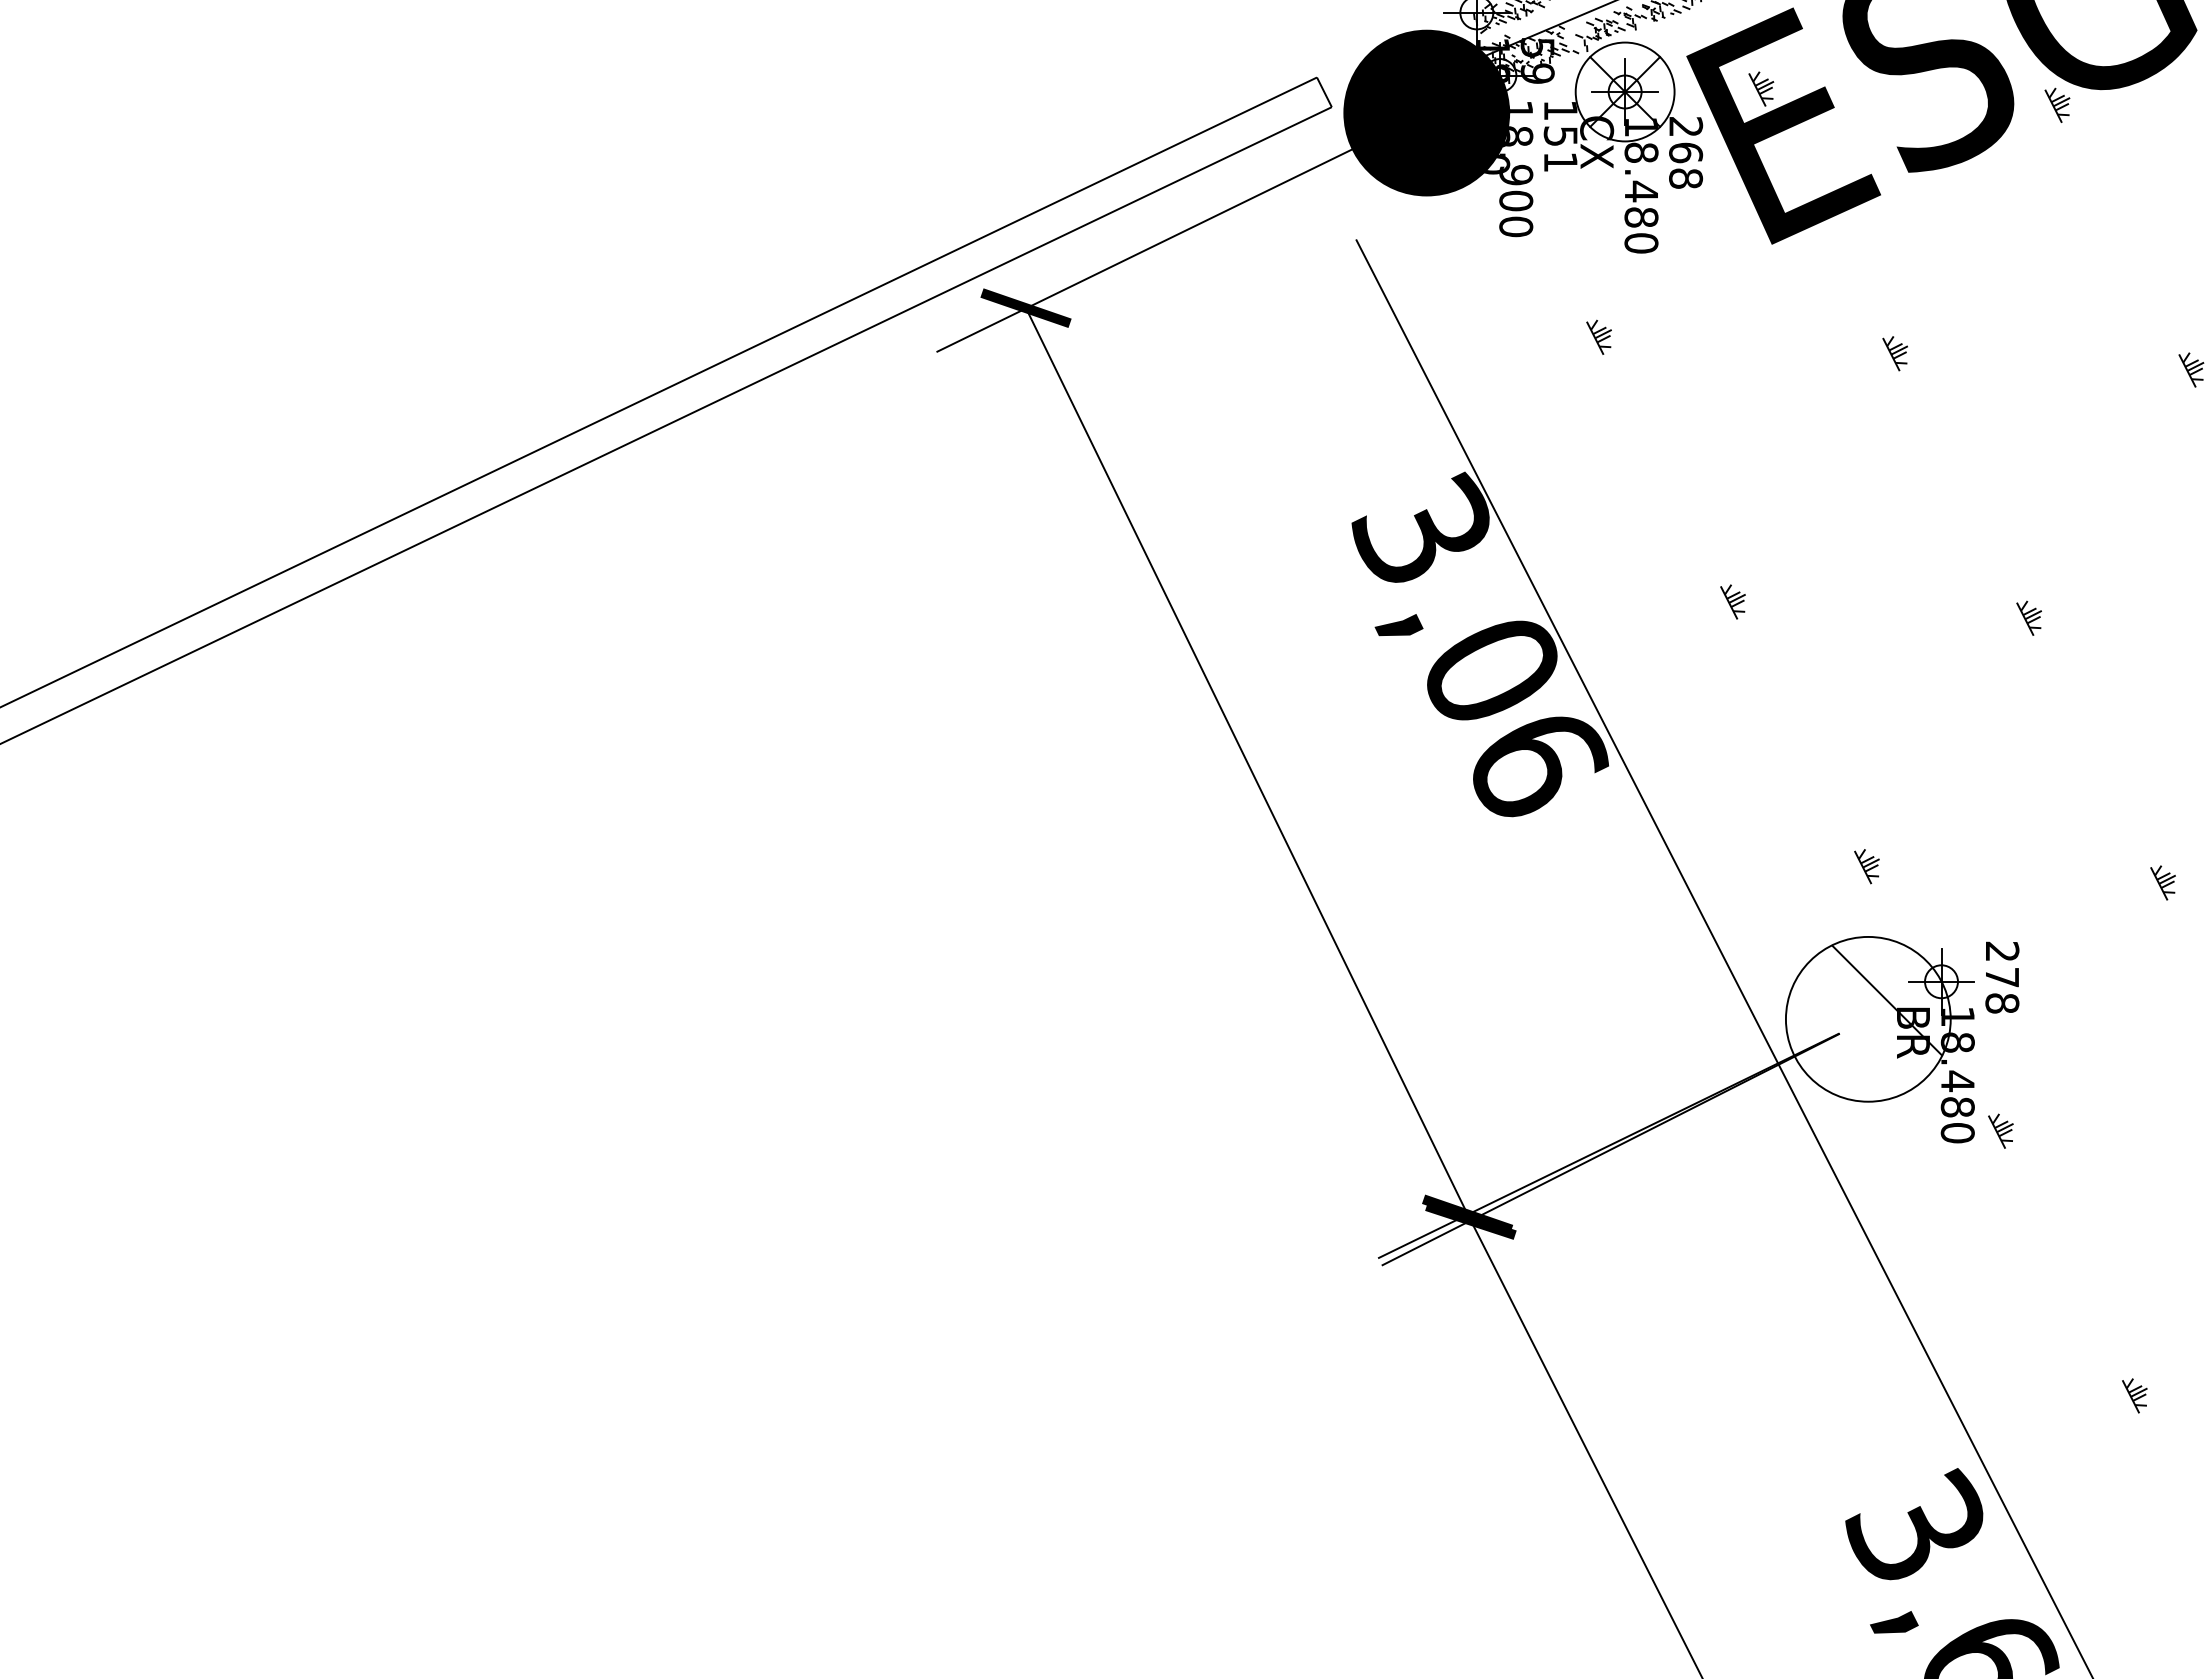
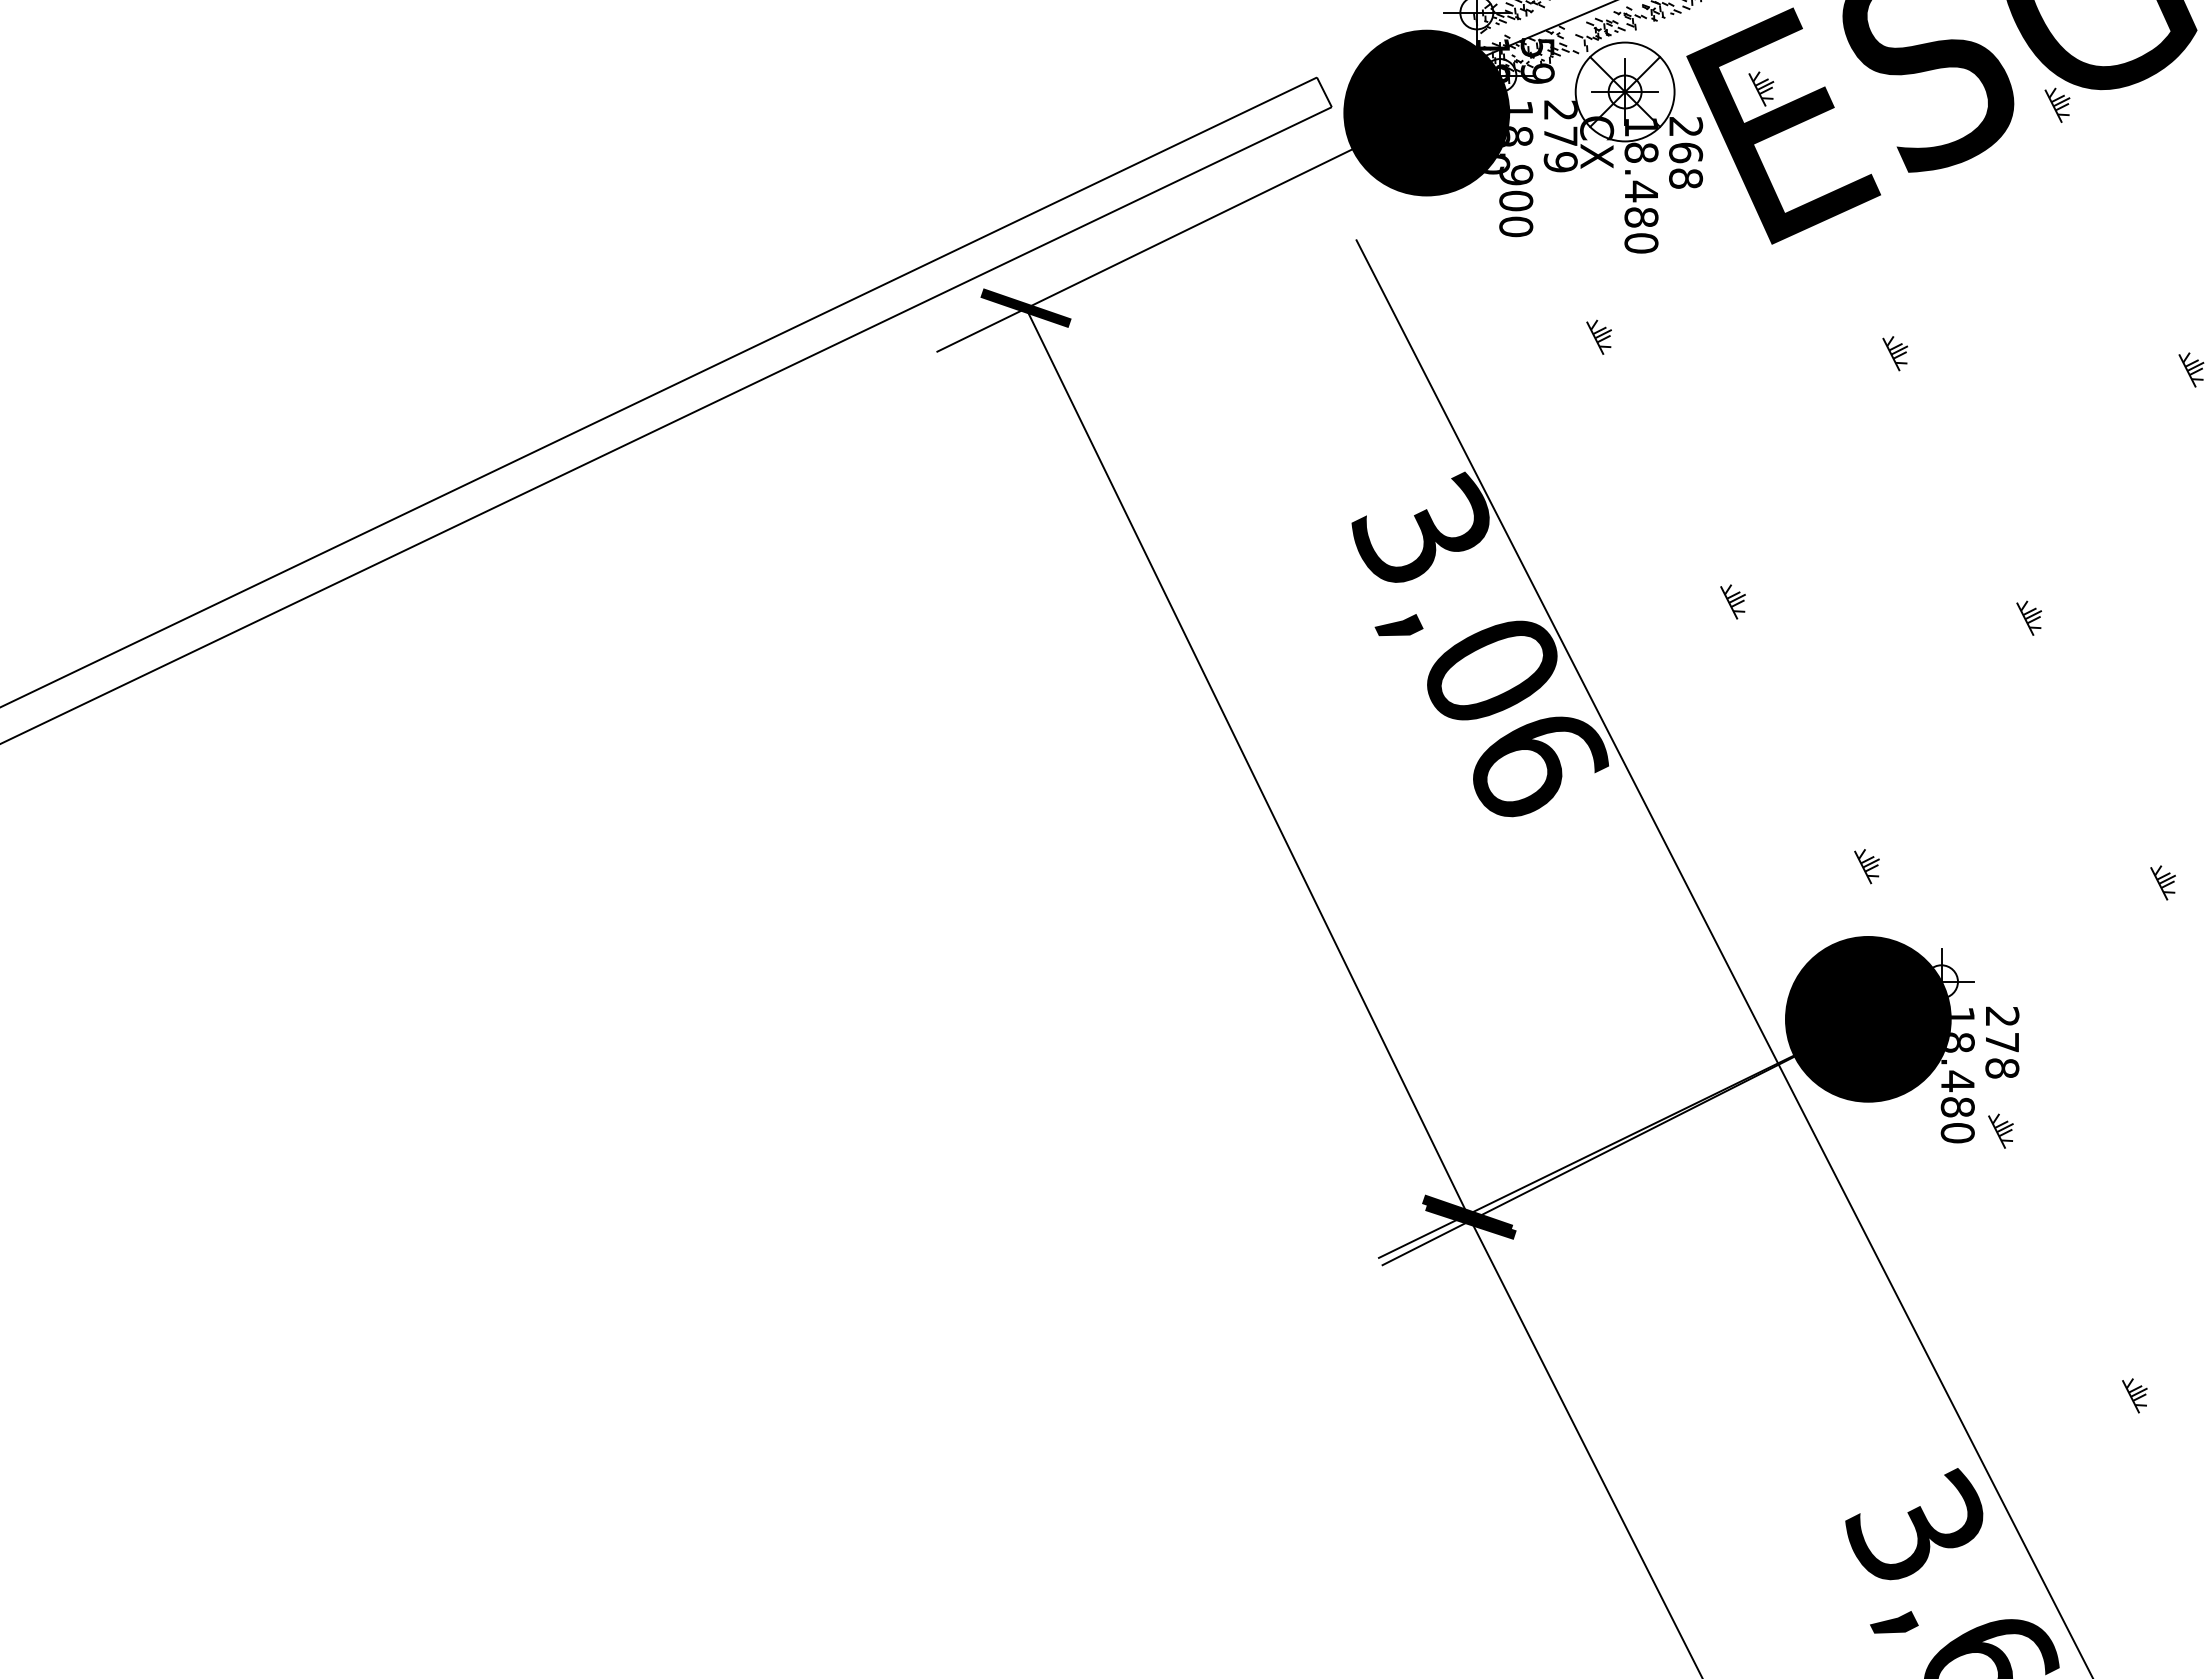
text at (1560, 136): 151 -> 279
text at (2002, 977) position: (2002, 977) -> (2002, 1042)
fill at (1867, 1018): none -> present
